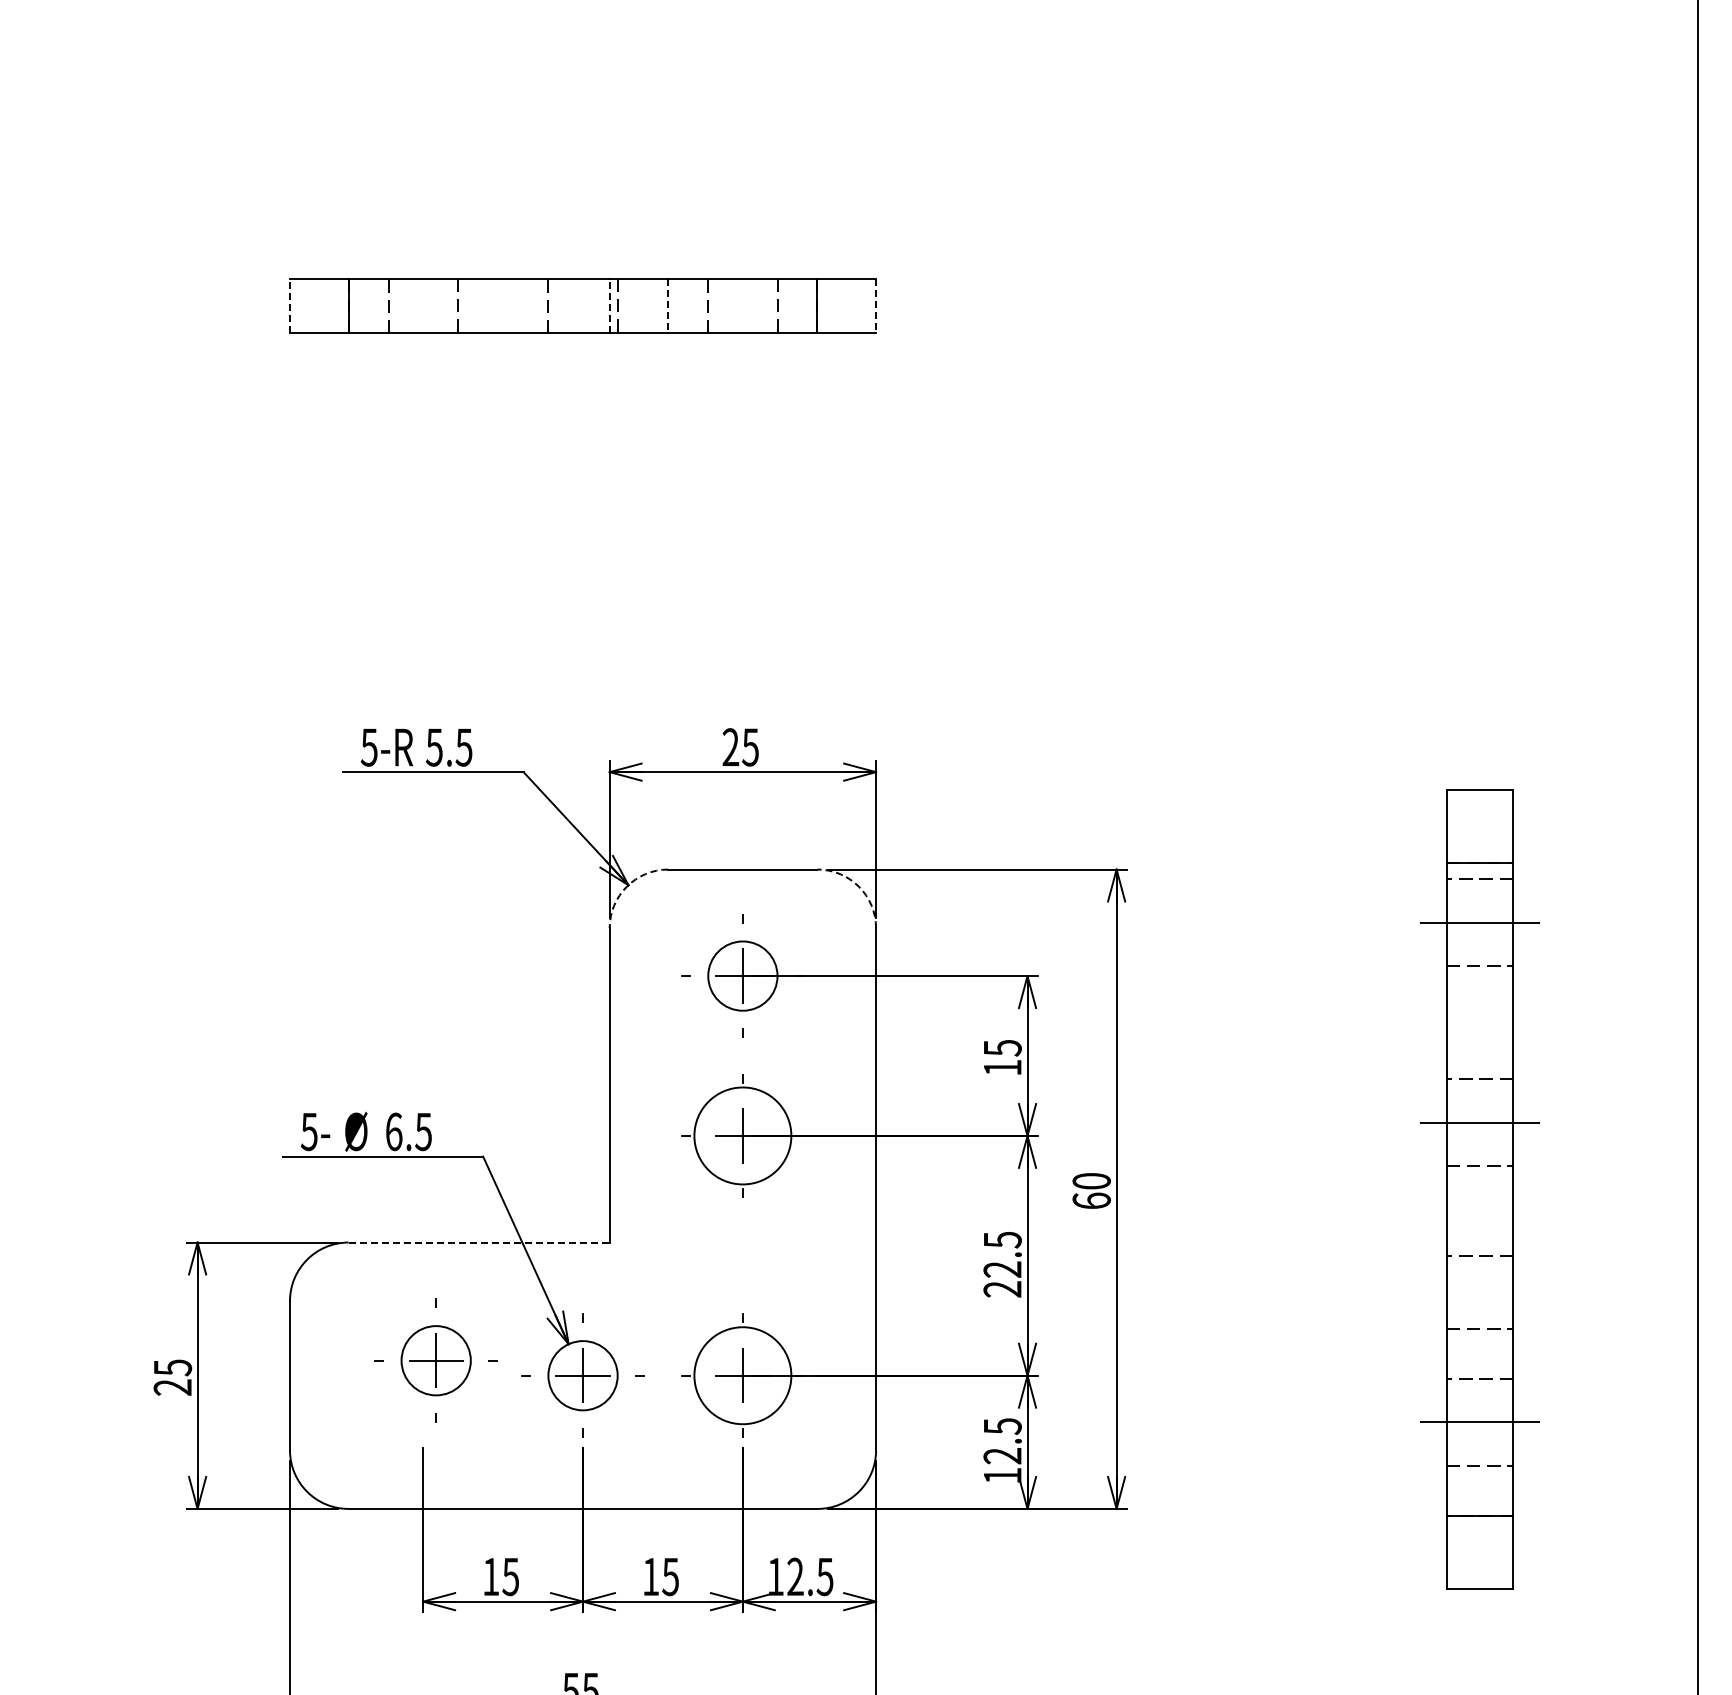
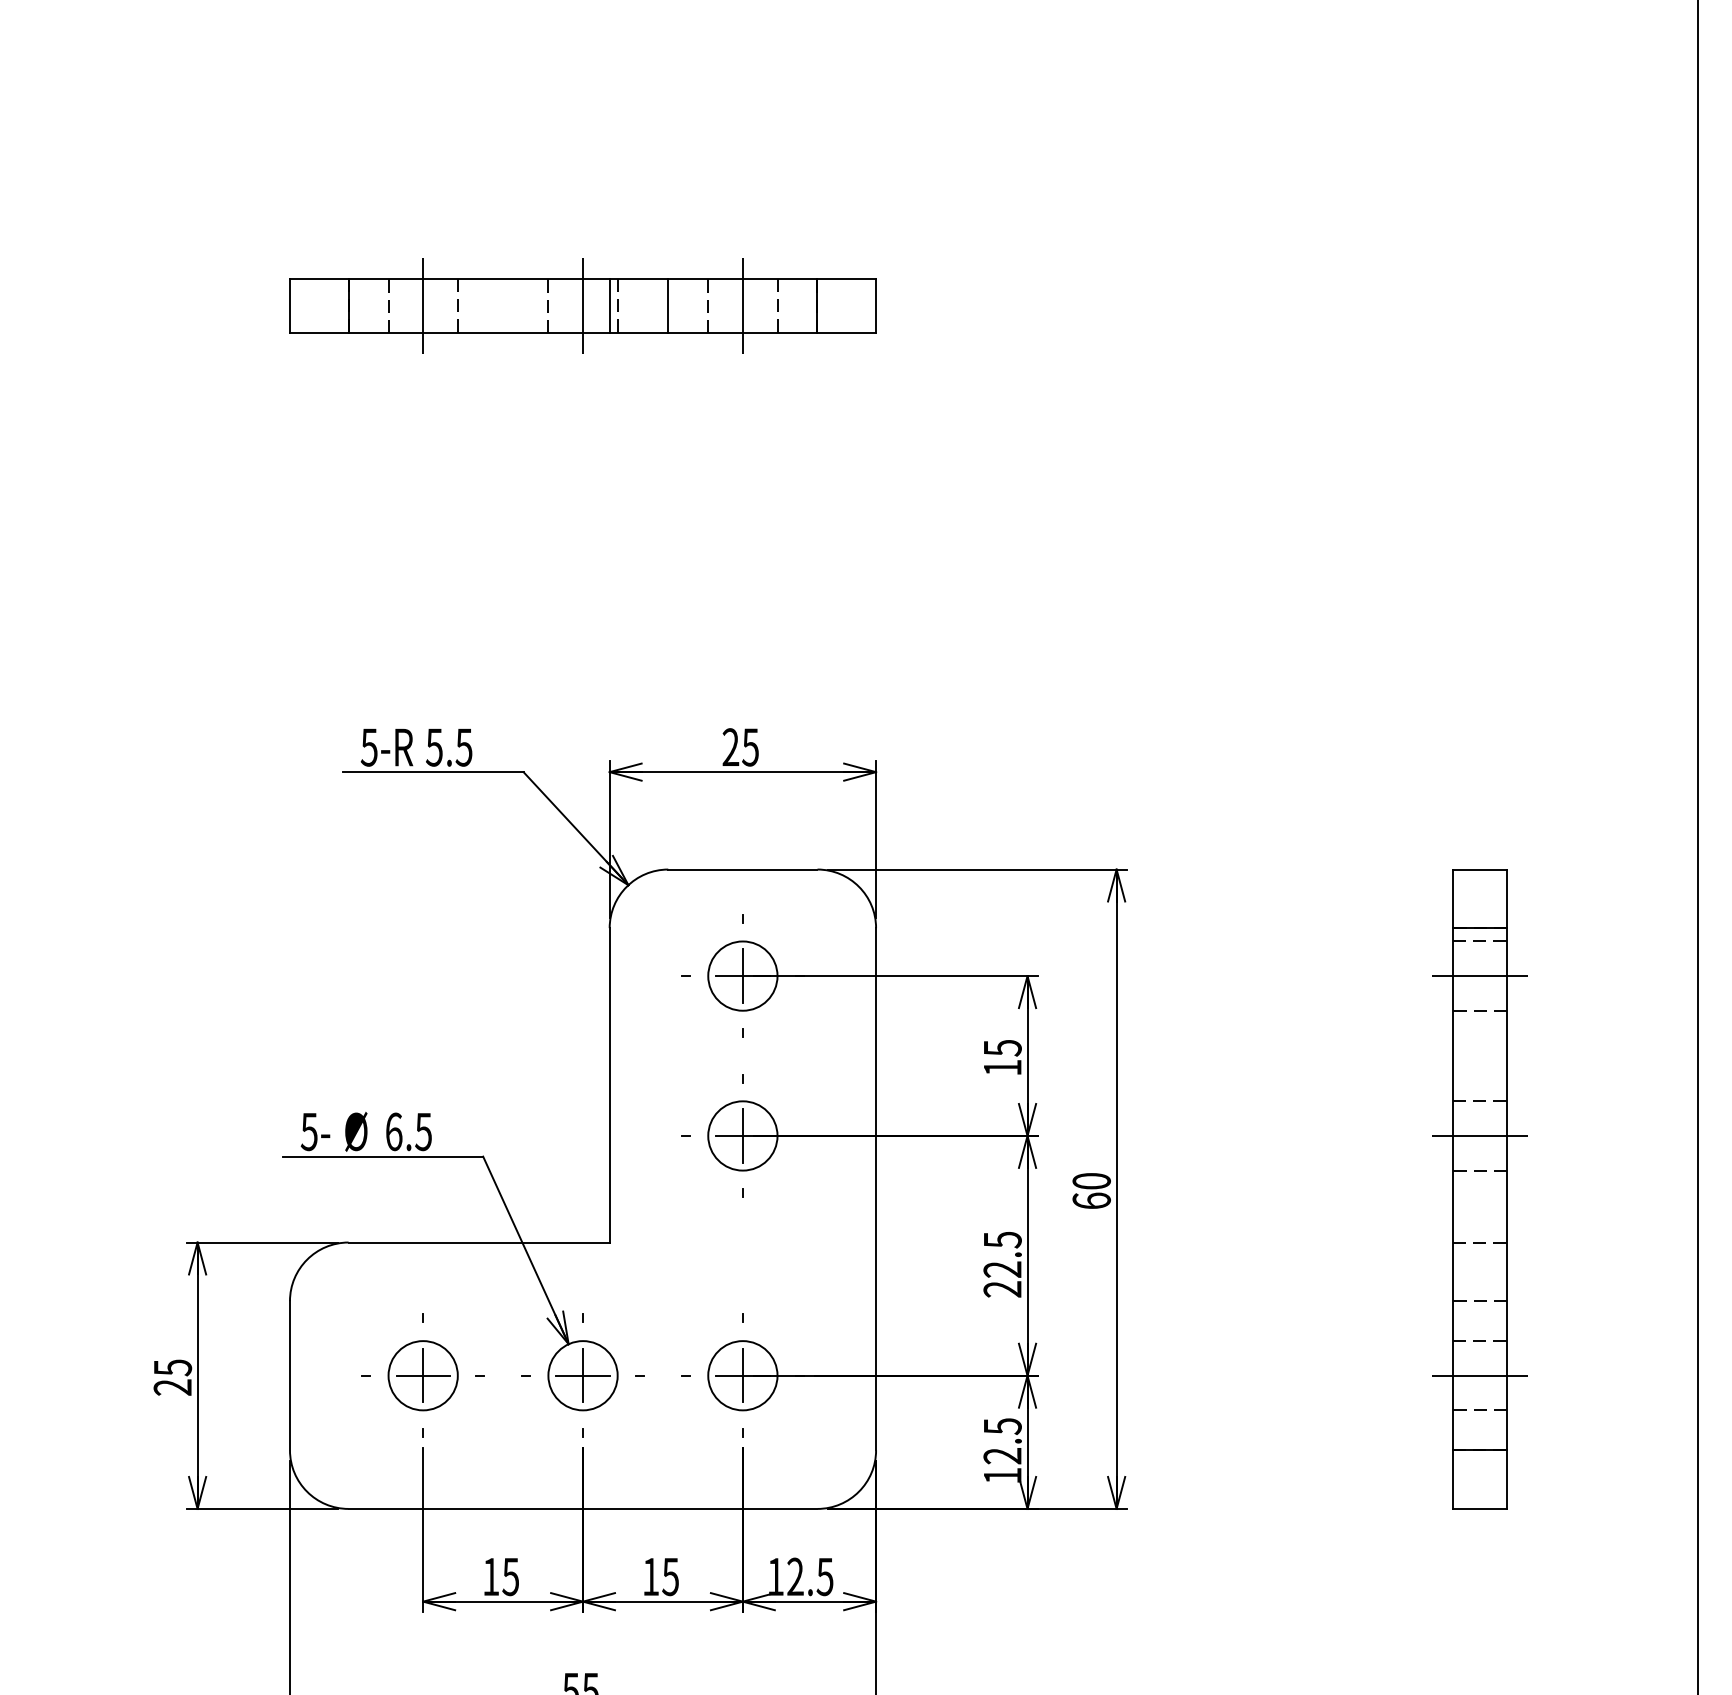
line at (423, 305): none -> present
line at (583, 305): none -> present
line at (742, 305): none -> present
line at (289, 306): dashed -> solid
line at (609, 306): dashed -> solid
line at (668, 306): dashed -> solid
line at (876, 306): dashed -> solid
arc at (626, 886): dashed -> solid
arc at (858, 886): dashed -> solid
circle at (742, 1135) diameter: 97 px -> 69 px
part at (1479, 1189) size: 120x801 px -> 96x641 px
line at (479, 1242): dashed -> solid
part at (435, 1360) position: (435, 1360) -> (422, 1375)
circle at (742, 1375) diameter: 97 px -> 69 px
